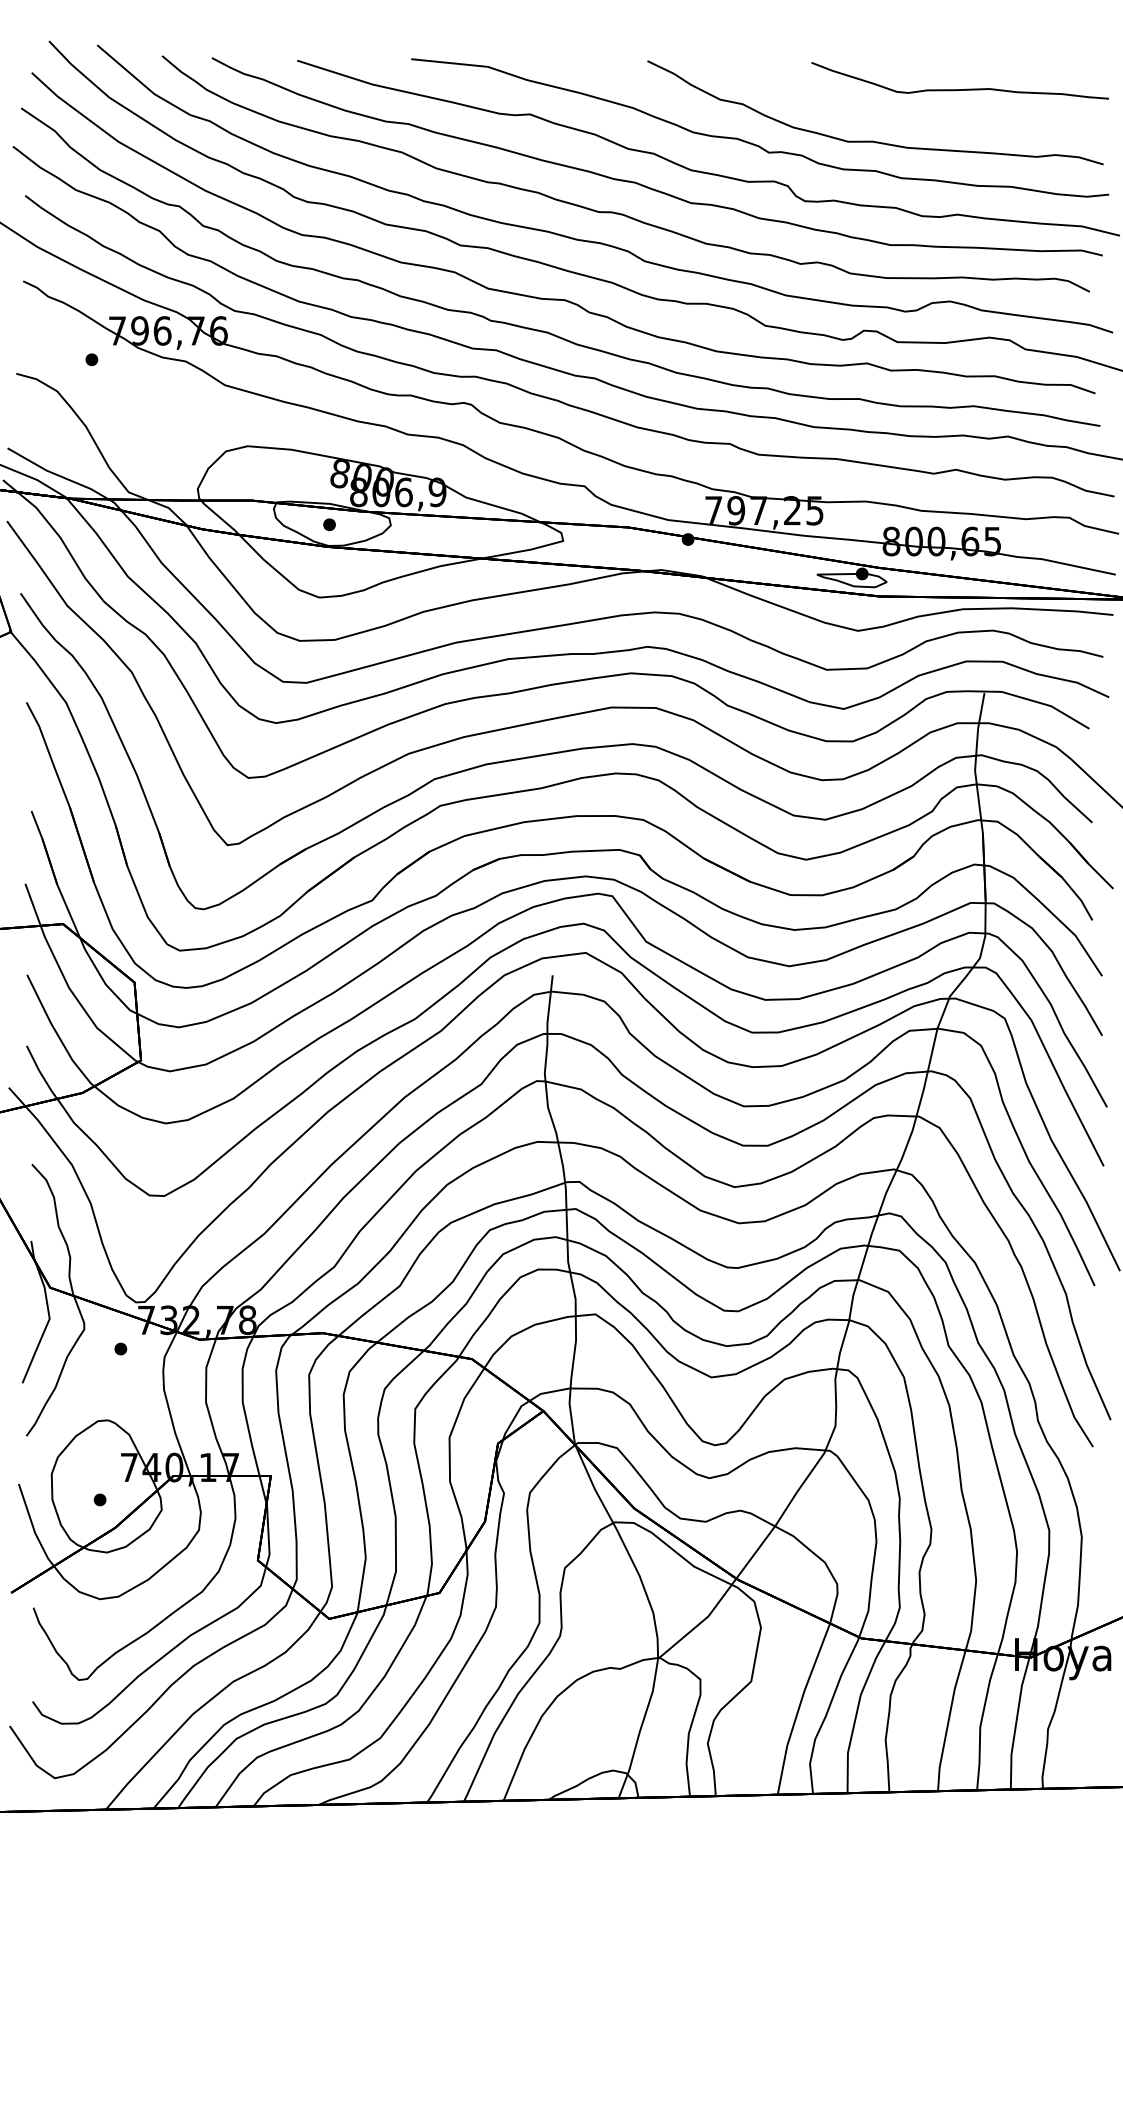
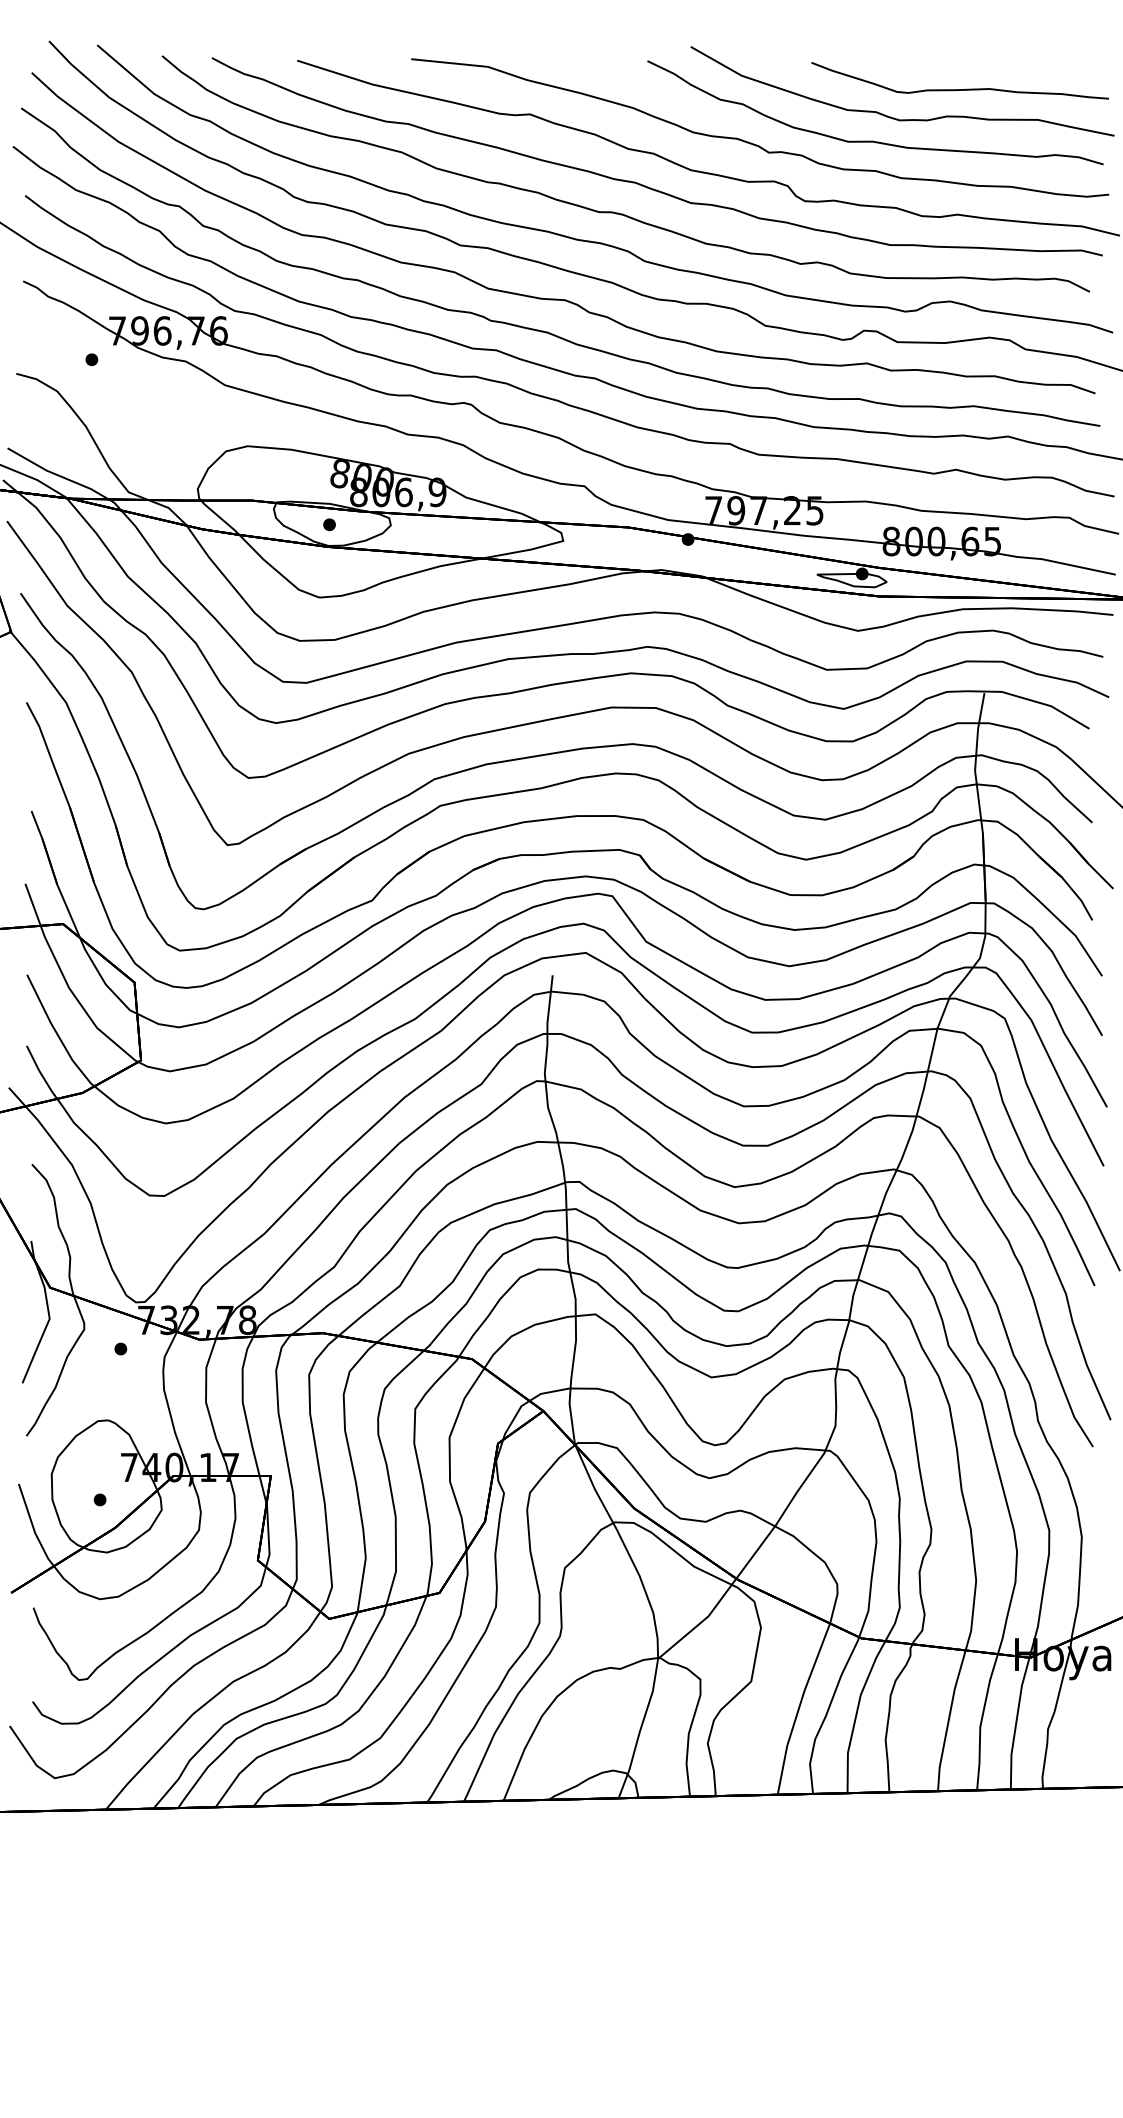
curve at (894, 117): none -> present
